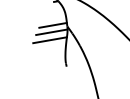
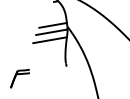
part at (19, 78): none -> present
